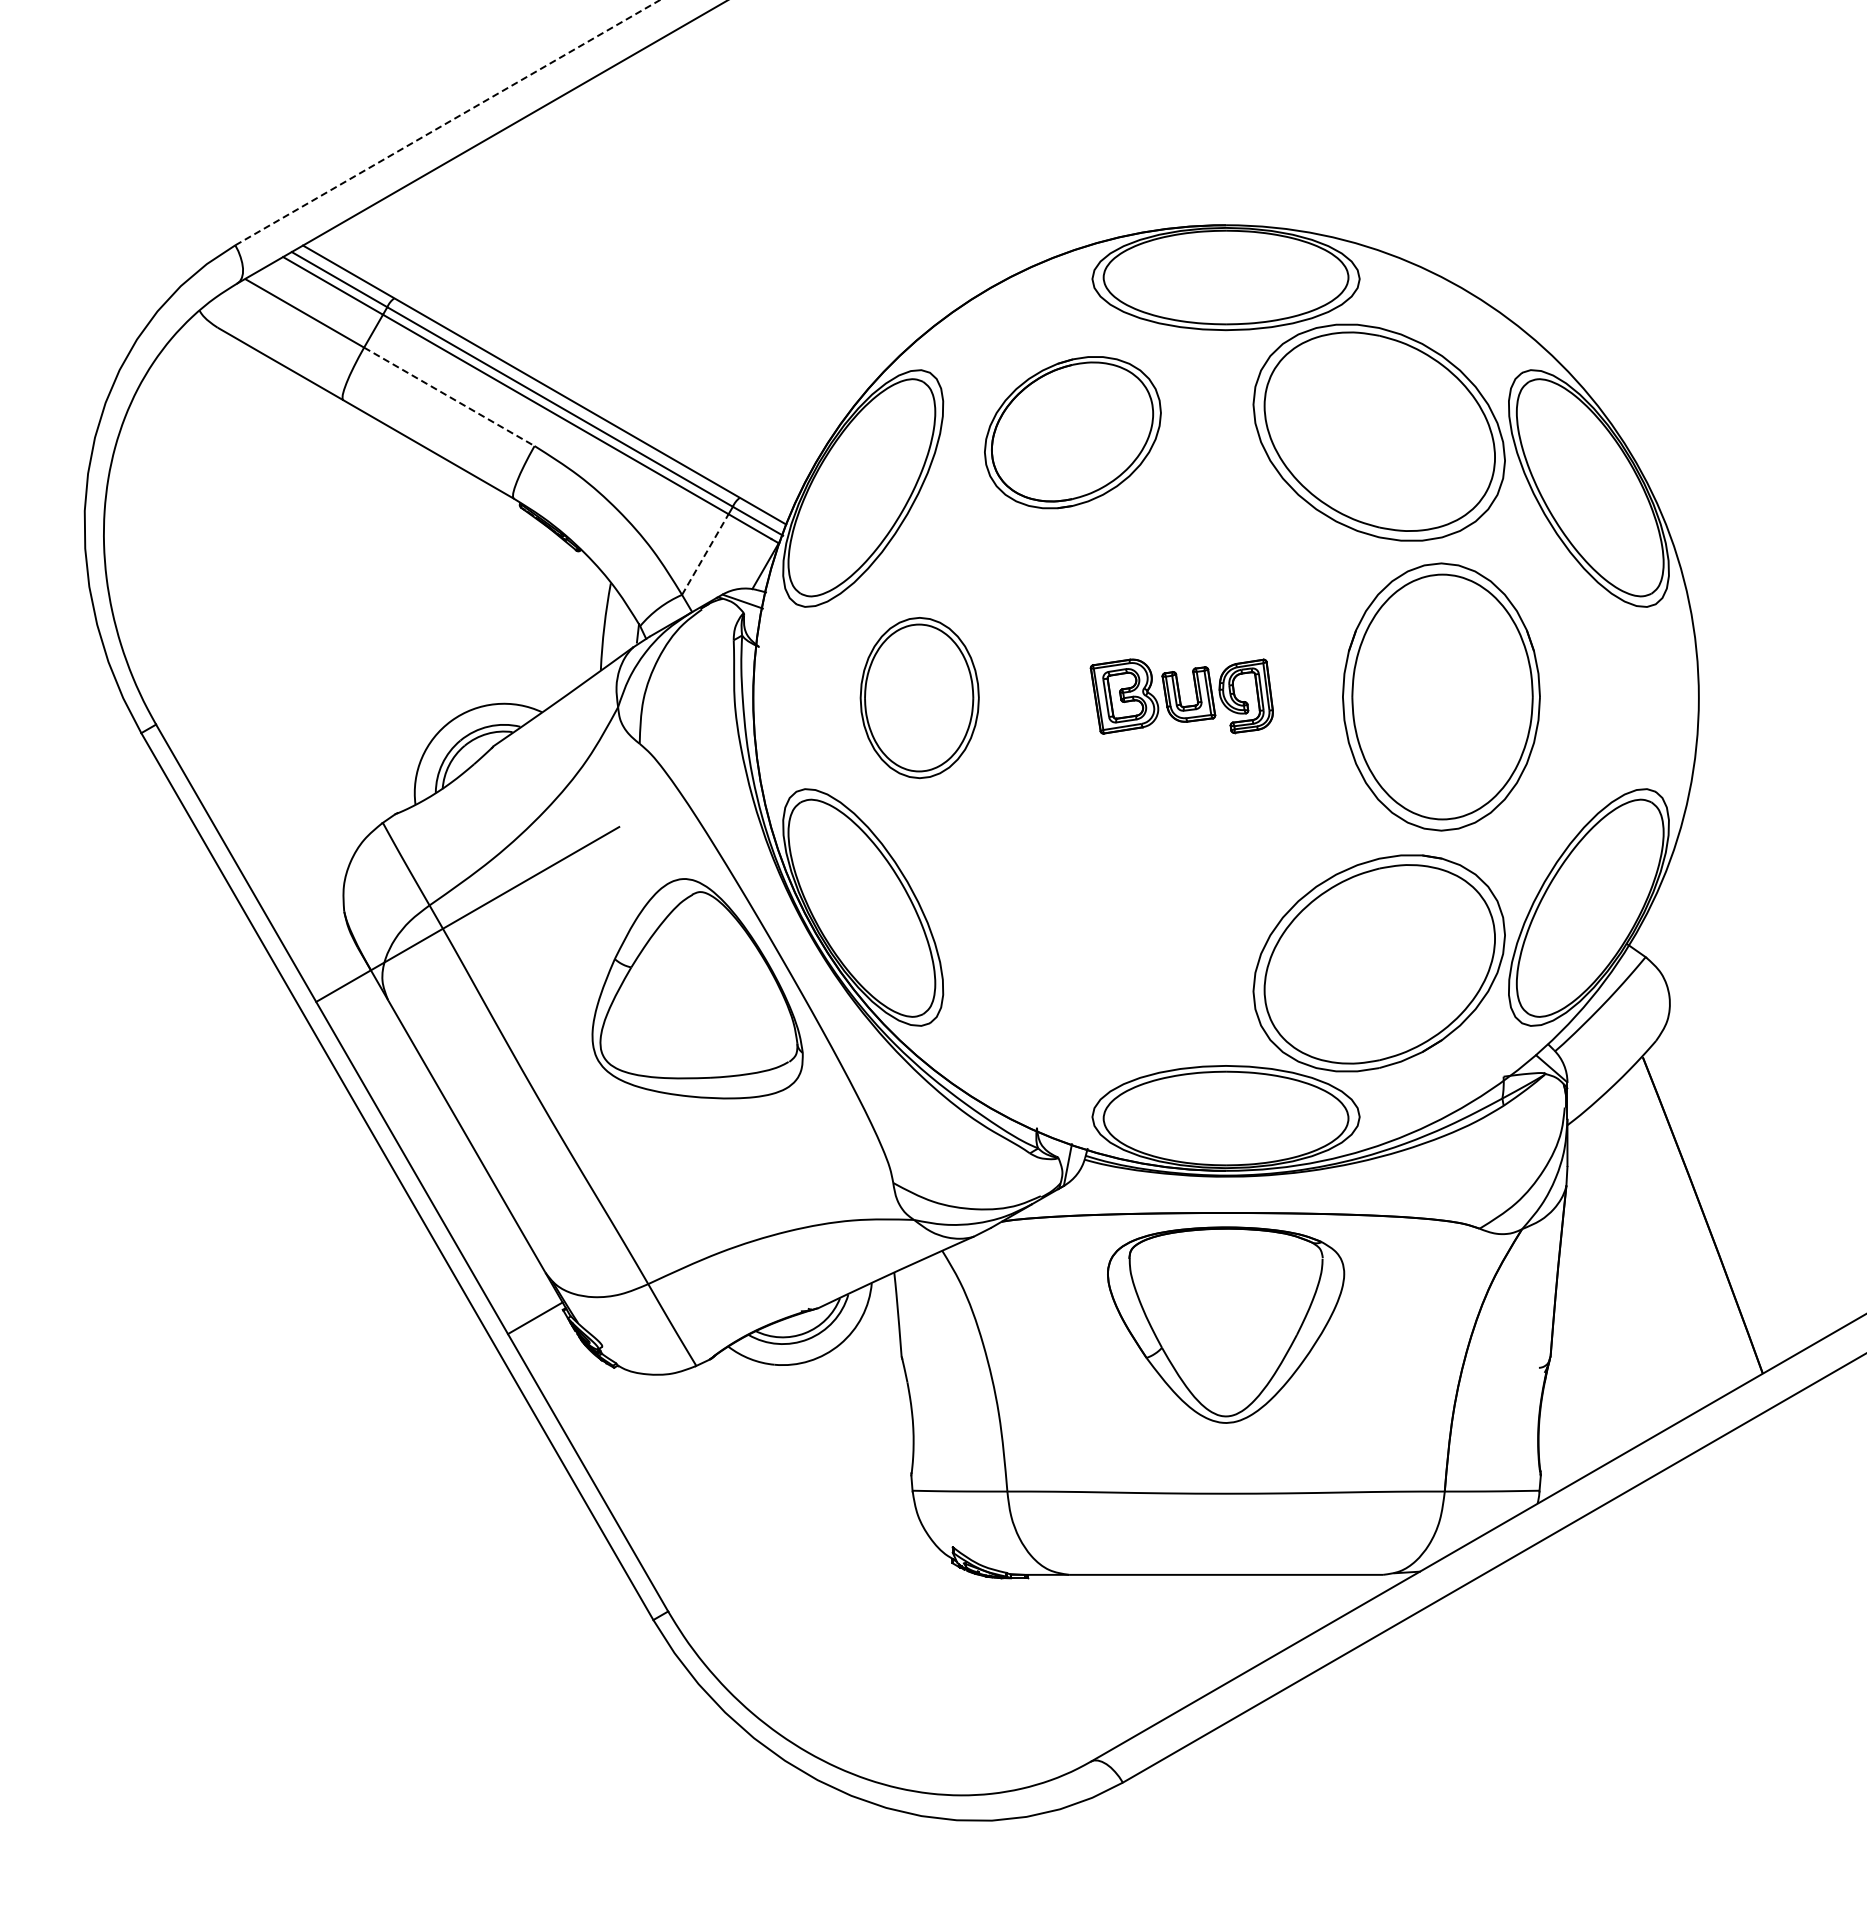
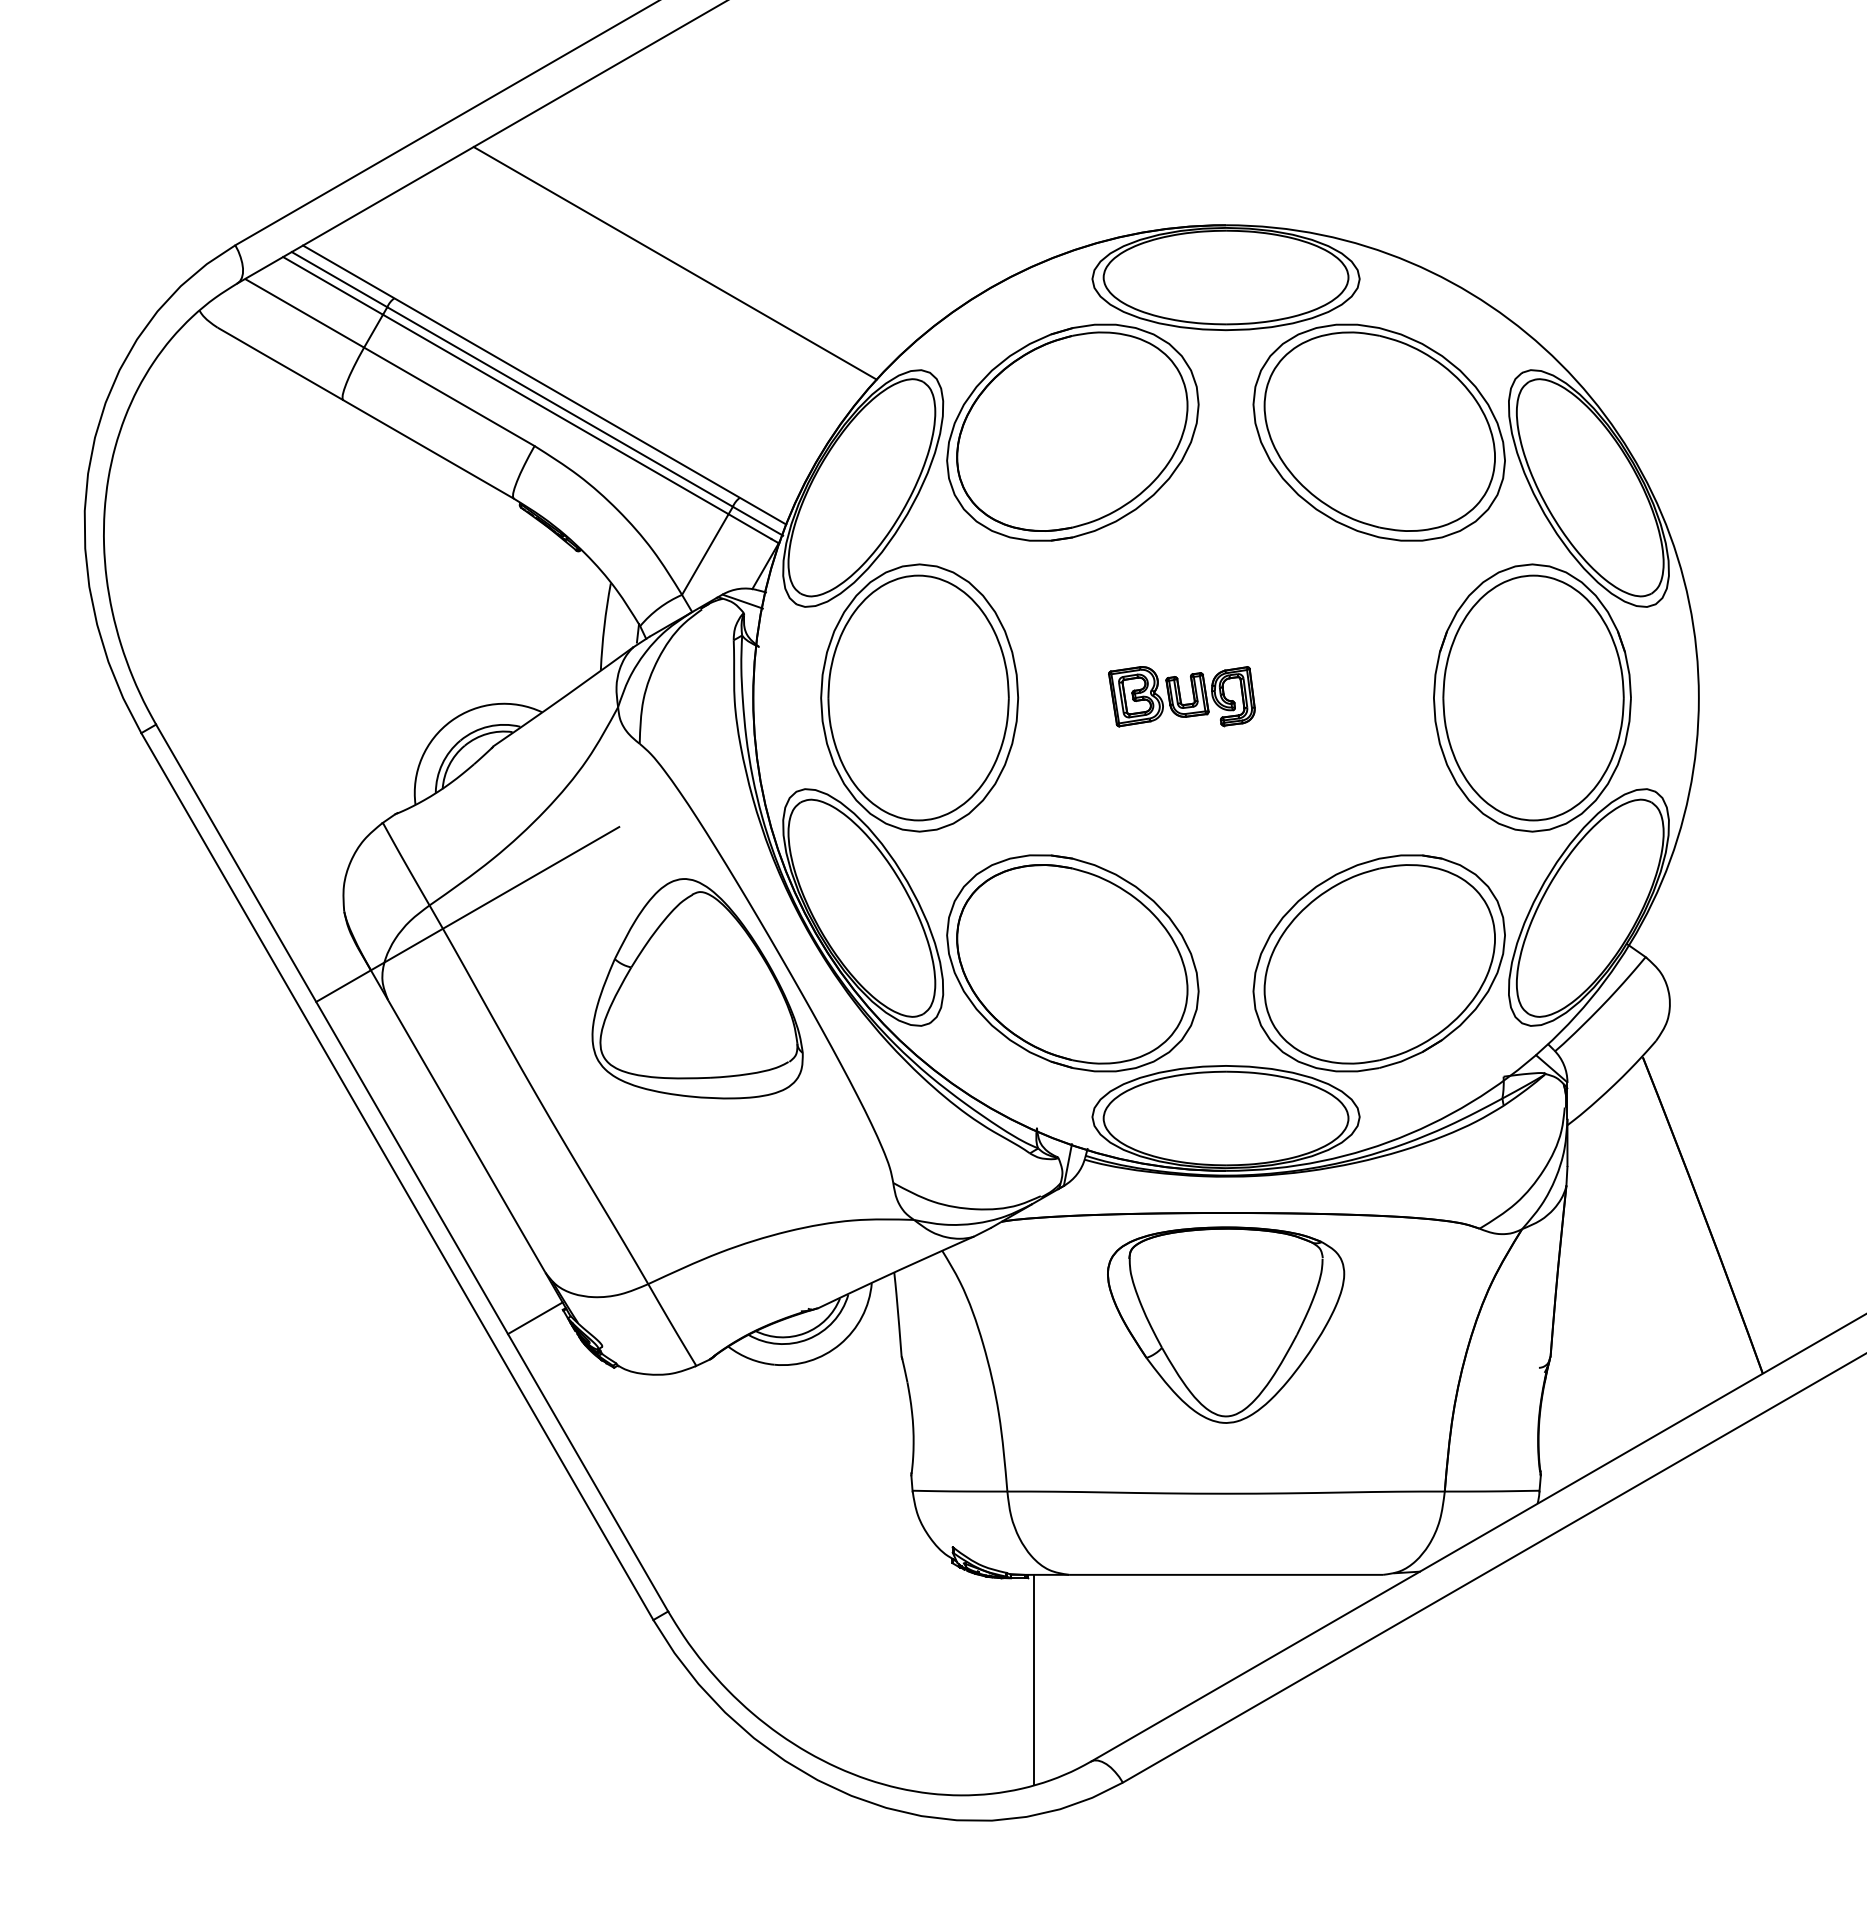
line at (447, 122): dashed -> solid
line at (674, 263): none -> present
line at (449, 397): dashed -> solid
part at (1072, 432) size: 178x154 px -> 254x219 px
line at (705, 554): dashed -> solid
part at (1181, 696) size: 185x77 px -> 148x62 px
part at (1441, 696) position: (1441, 696) -> (1532, 697)
part at (919, 698) size: 121x163 px -> 200x270 px
part at (1072, 963): none -> present
line at (1034, 1679): none -> present
